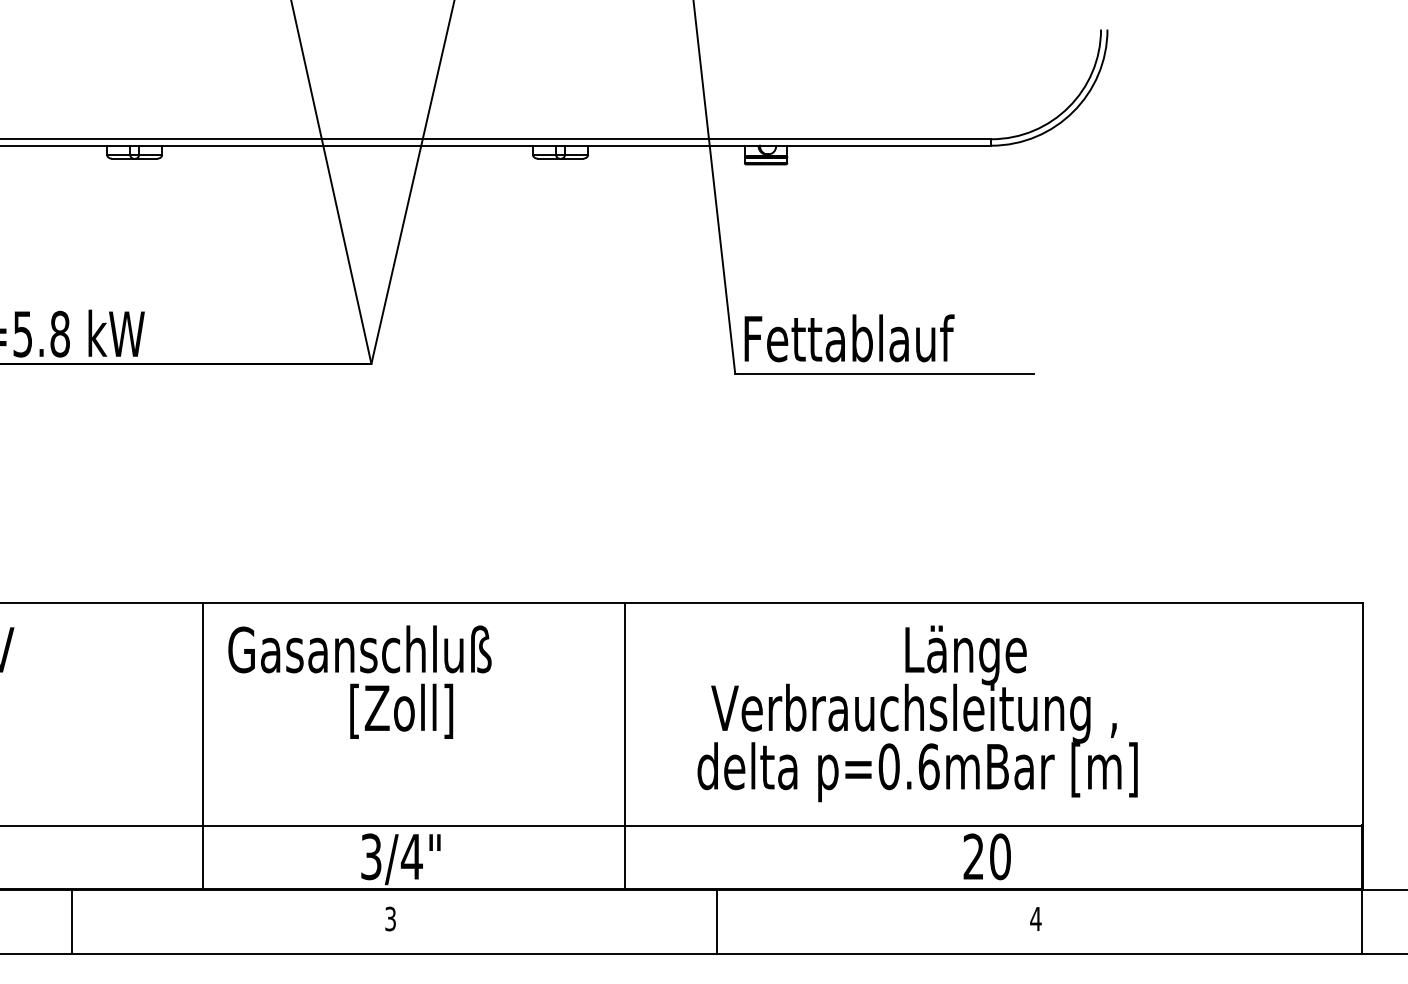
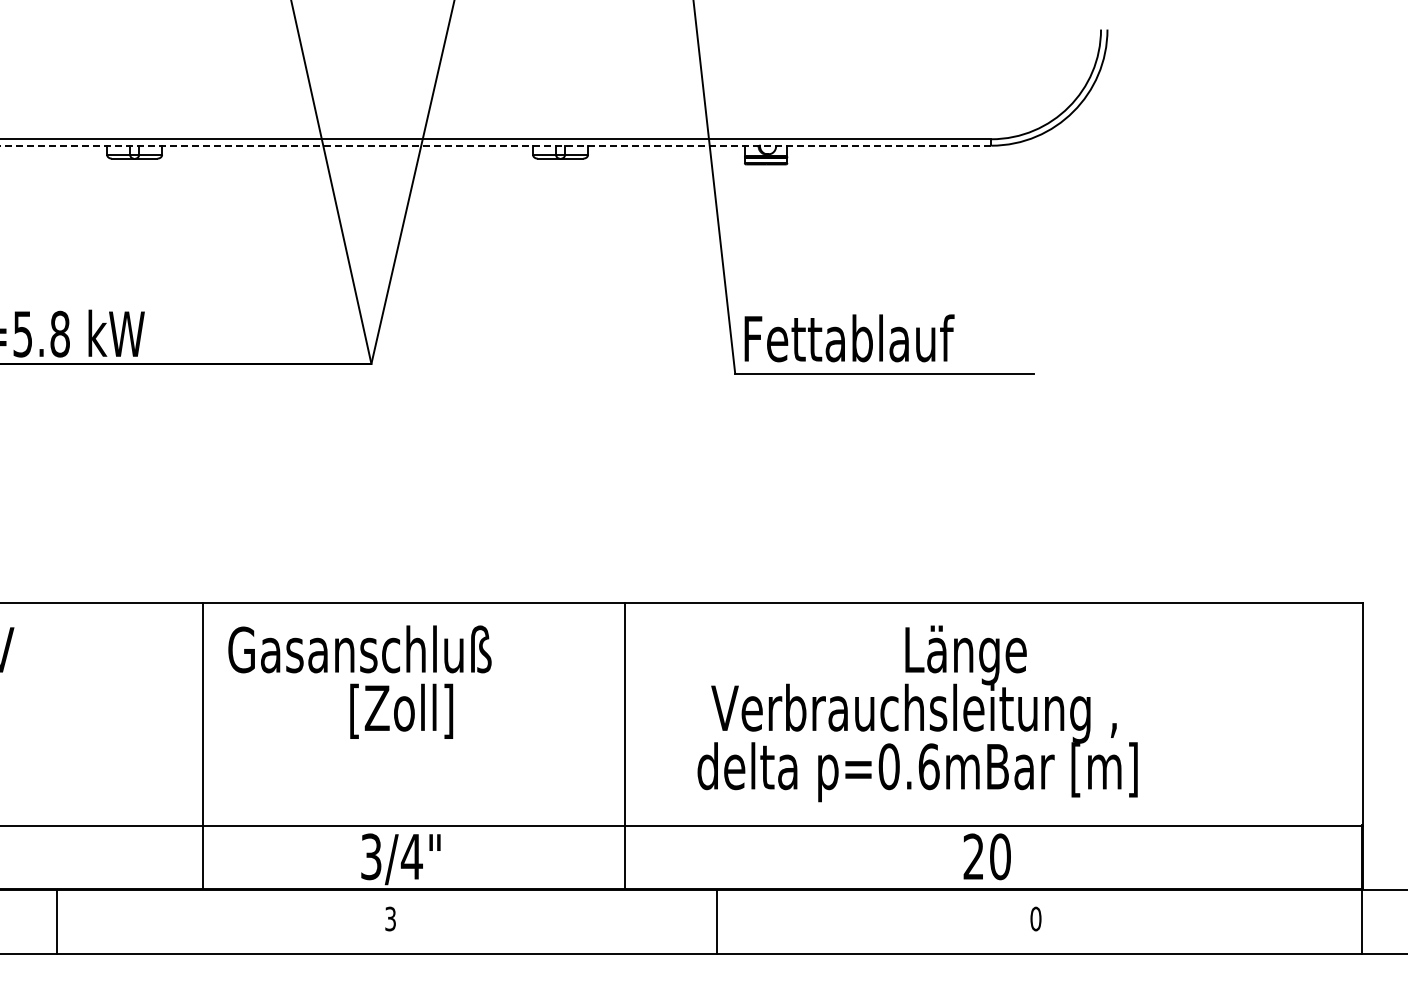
line at (495, 145): solid -> dashed
text at (1035, 918): 4 -> 0
line at (71, 921) position: (71, 921) -> (56, 921)
